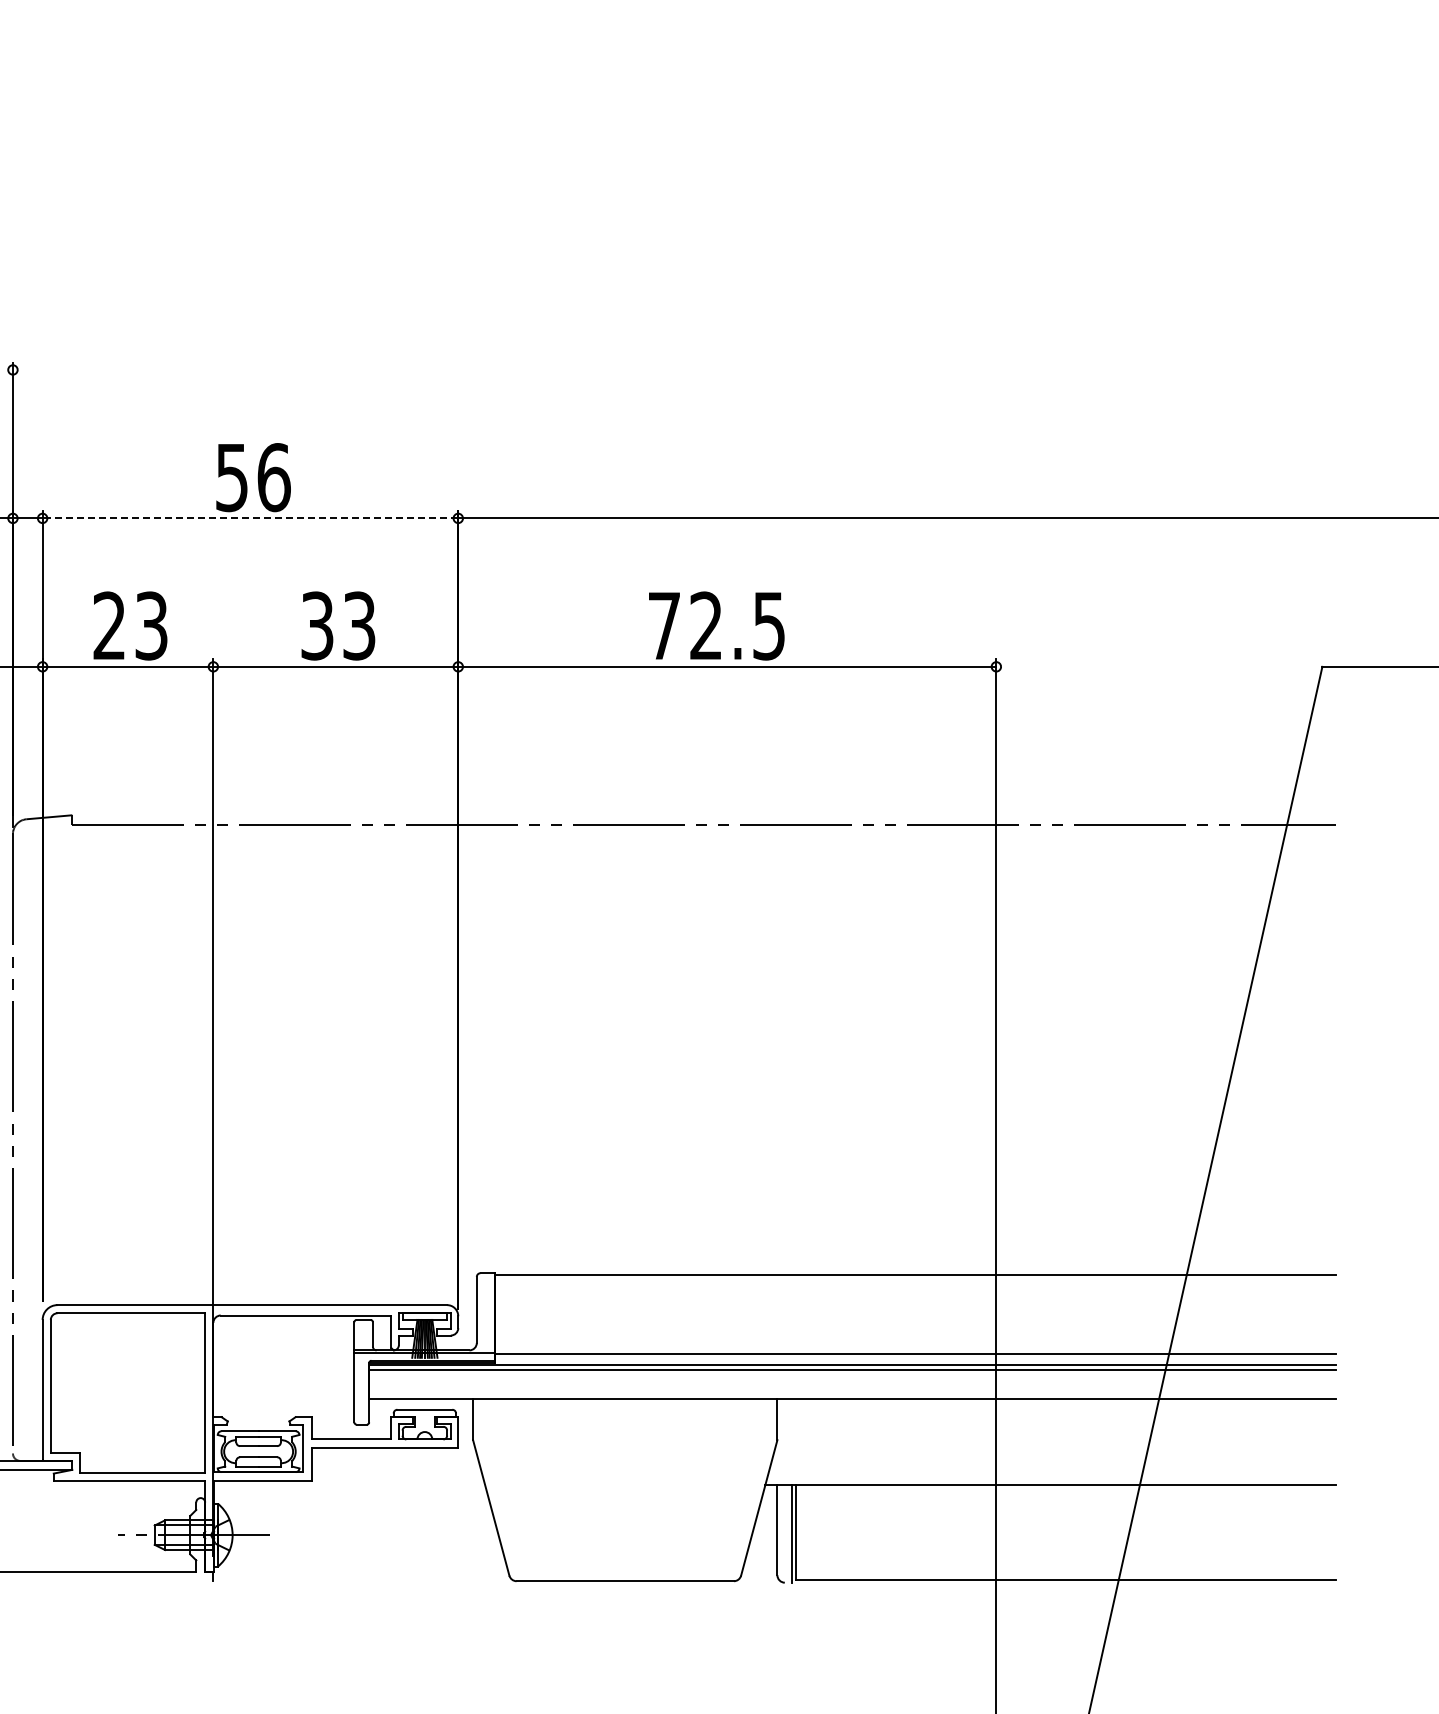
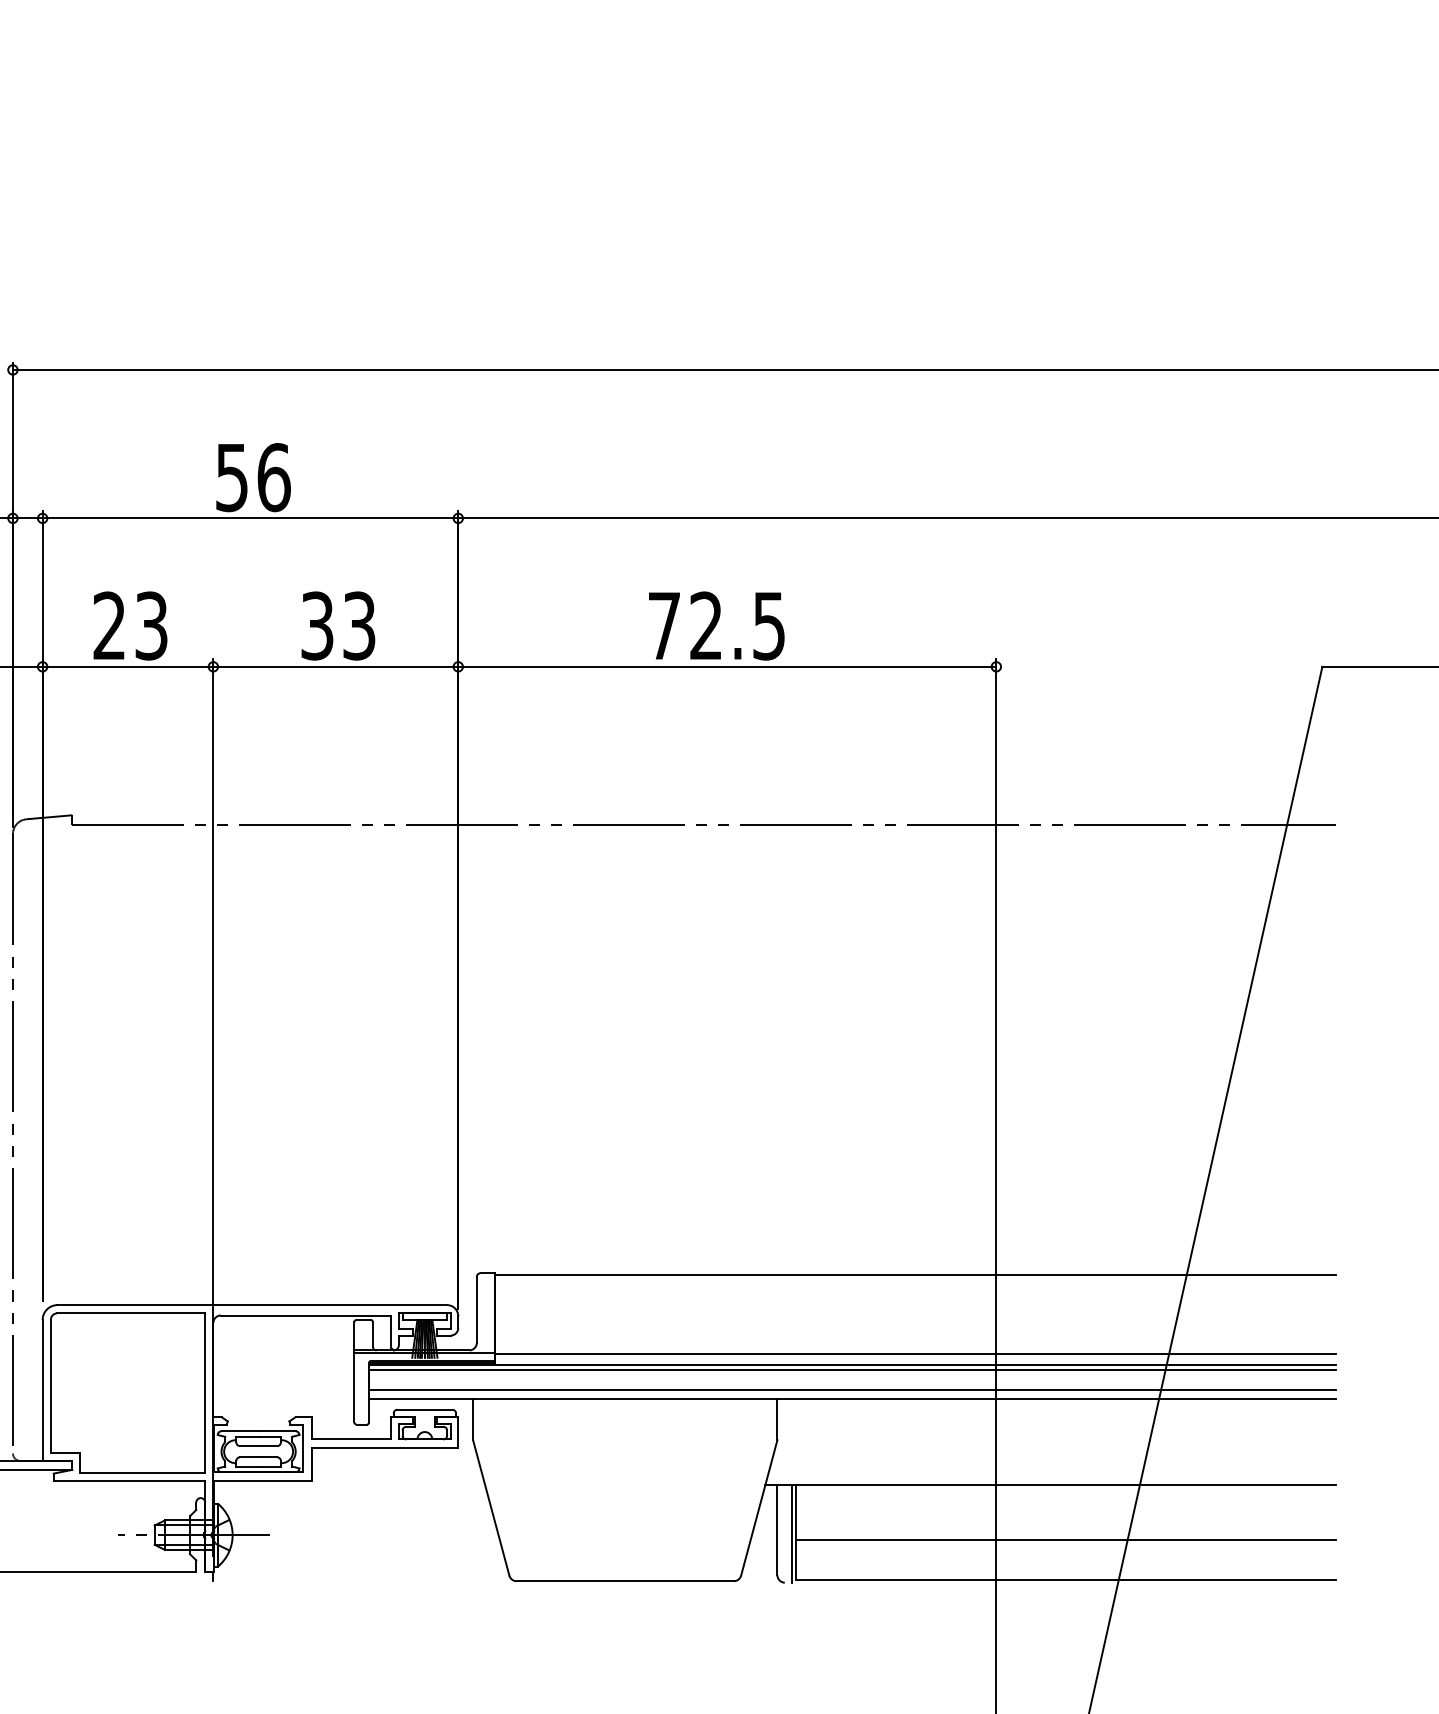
line at (723, 369): none -> present
line at (250, 518): dashed -> solid
line at (852, 1390): none -> present
line at (1065, 1540): none -> present
